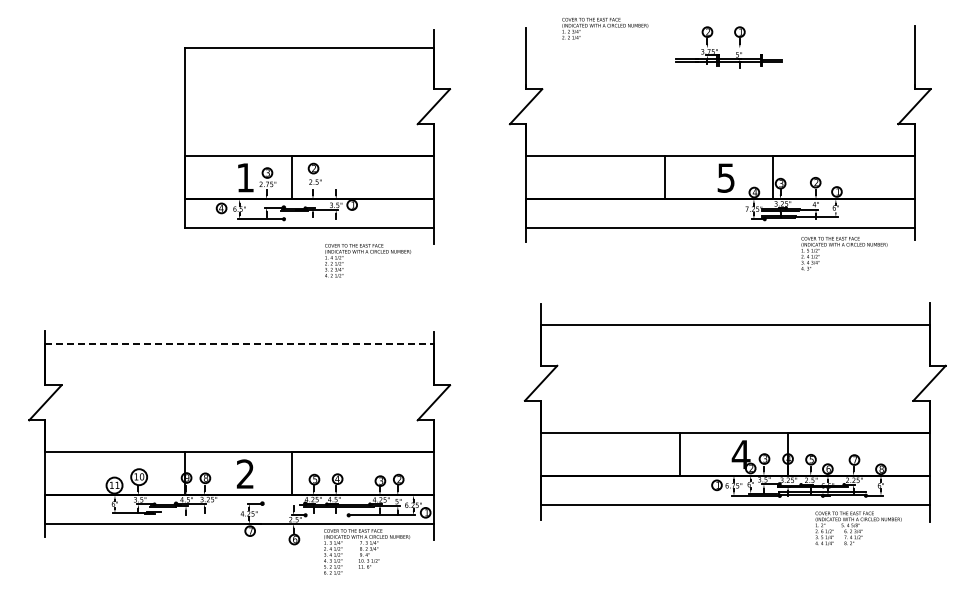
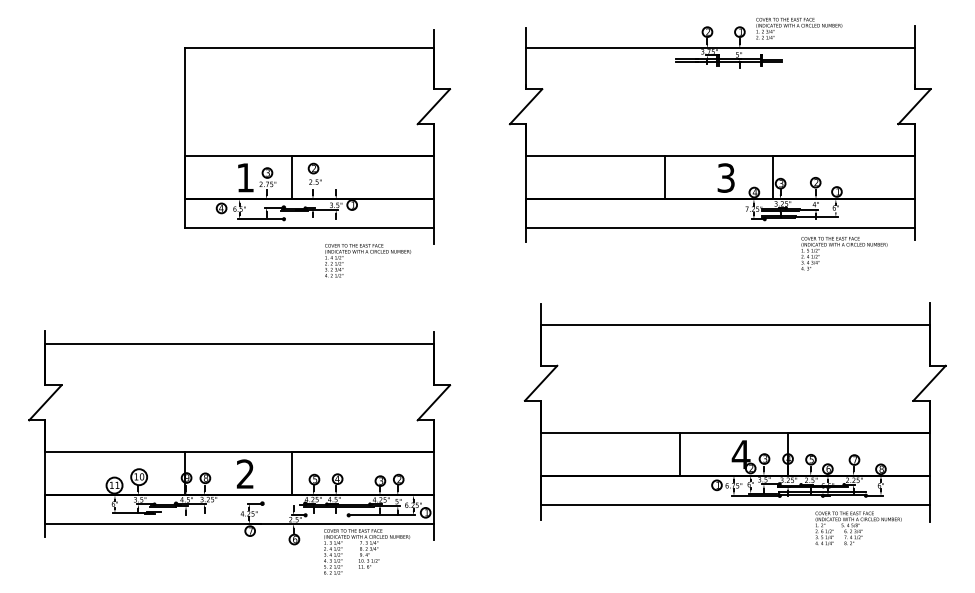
text at (605, 28) position: (605, 28) -> (799, 28)
line at (720, 48): none -> present
text at (726, 177): 5 -> 3
line at (240, 344): dashed -> solid
